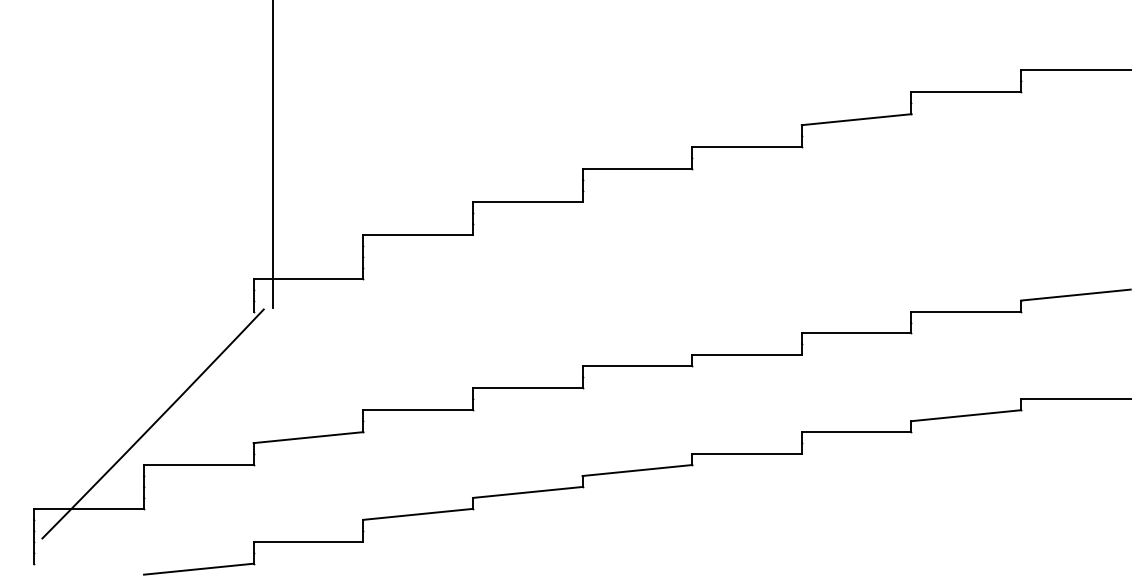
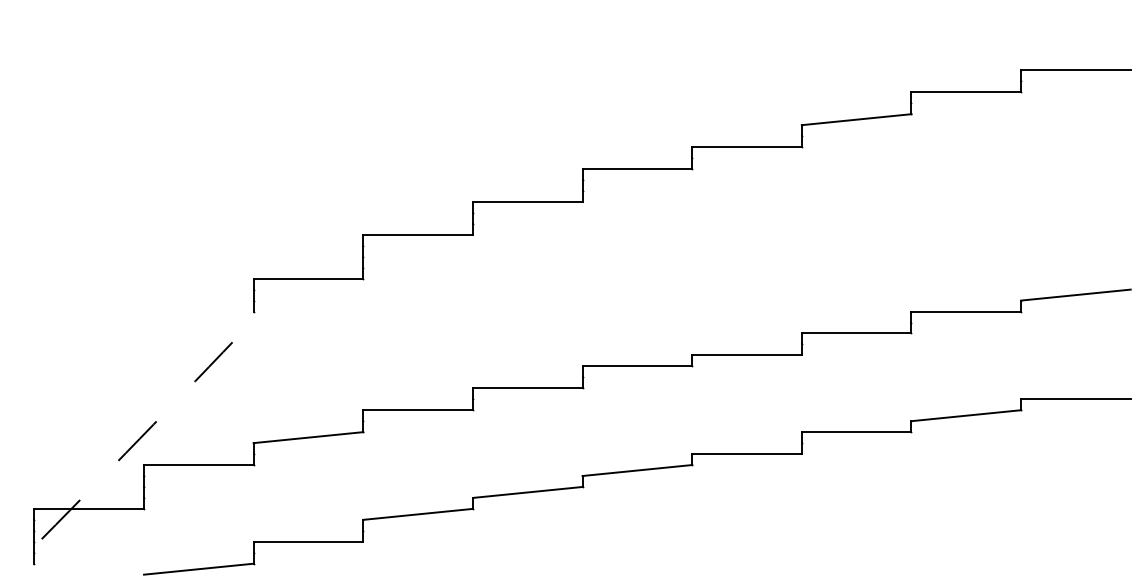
line at (272, 155): present -> none
arc at (153, 424): solid -> dashed
